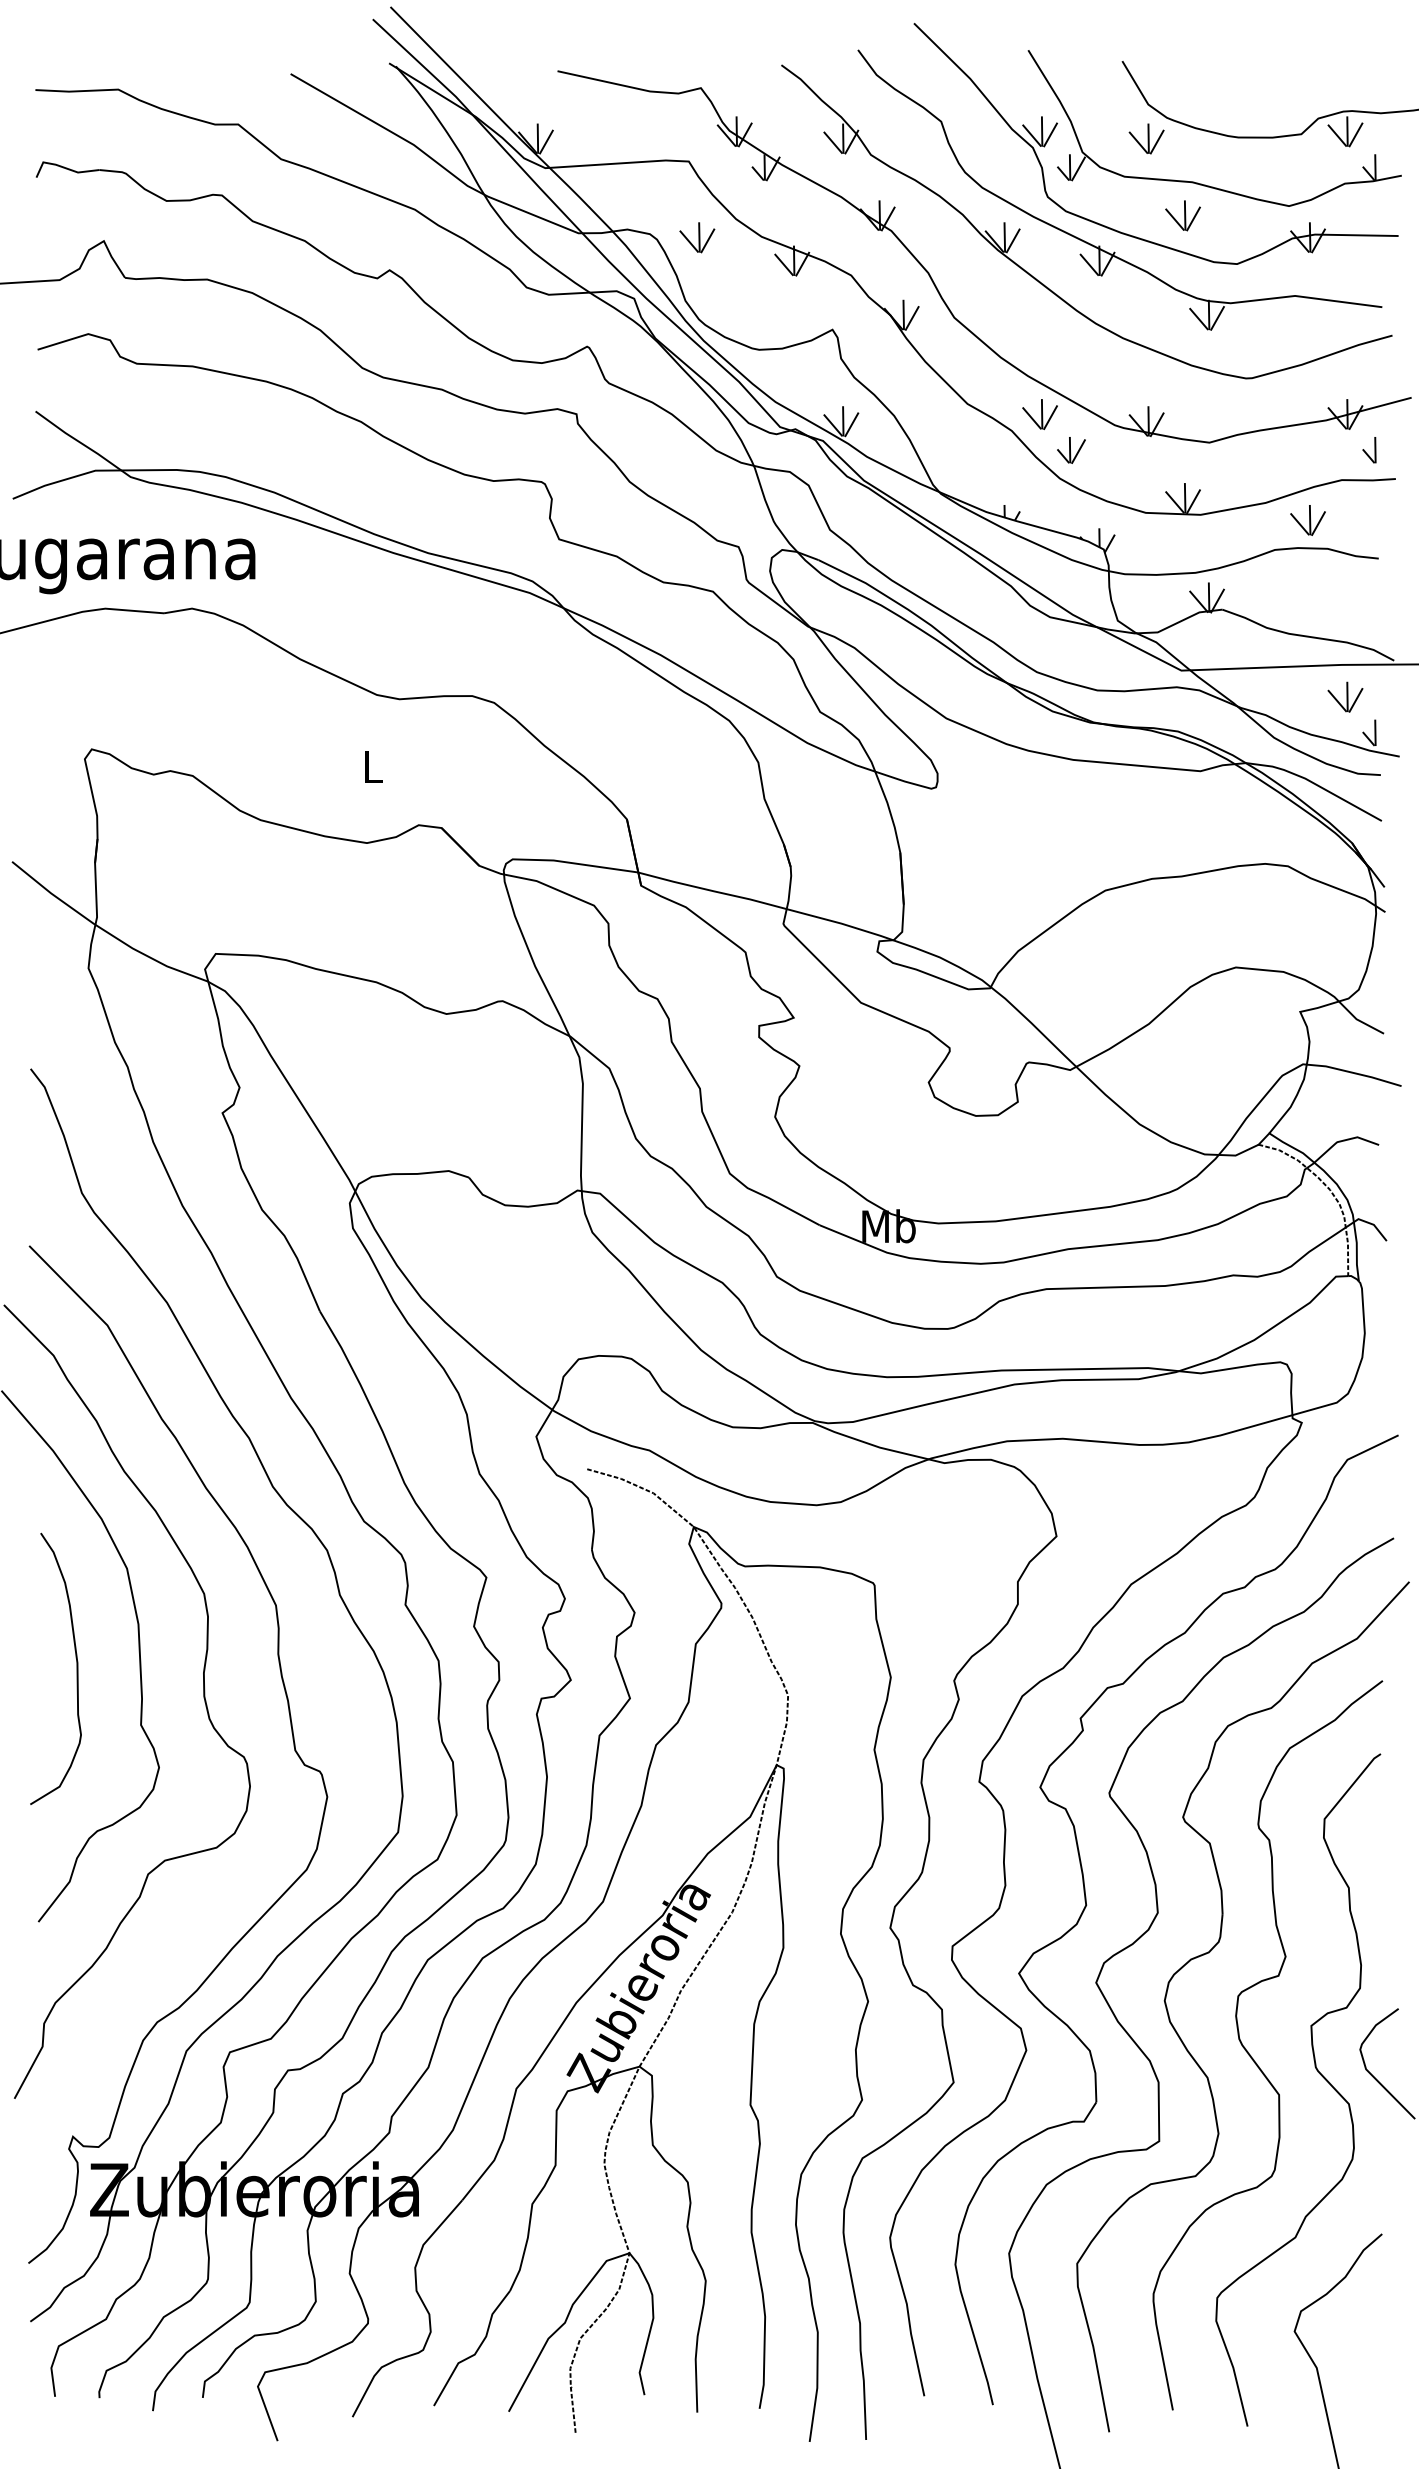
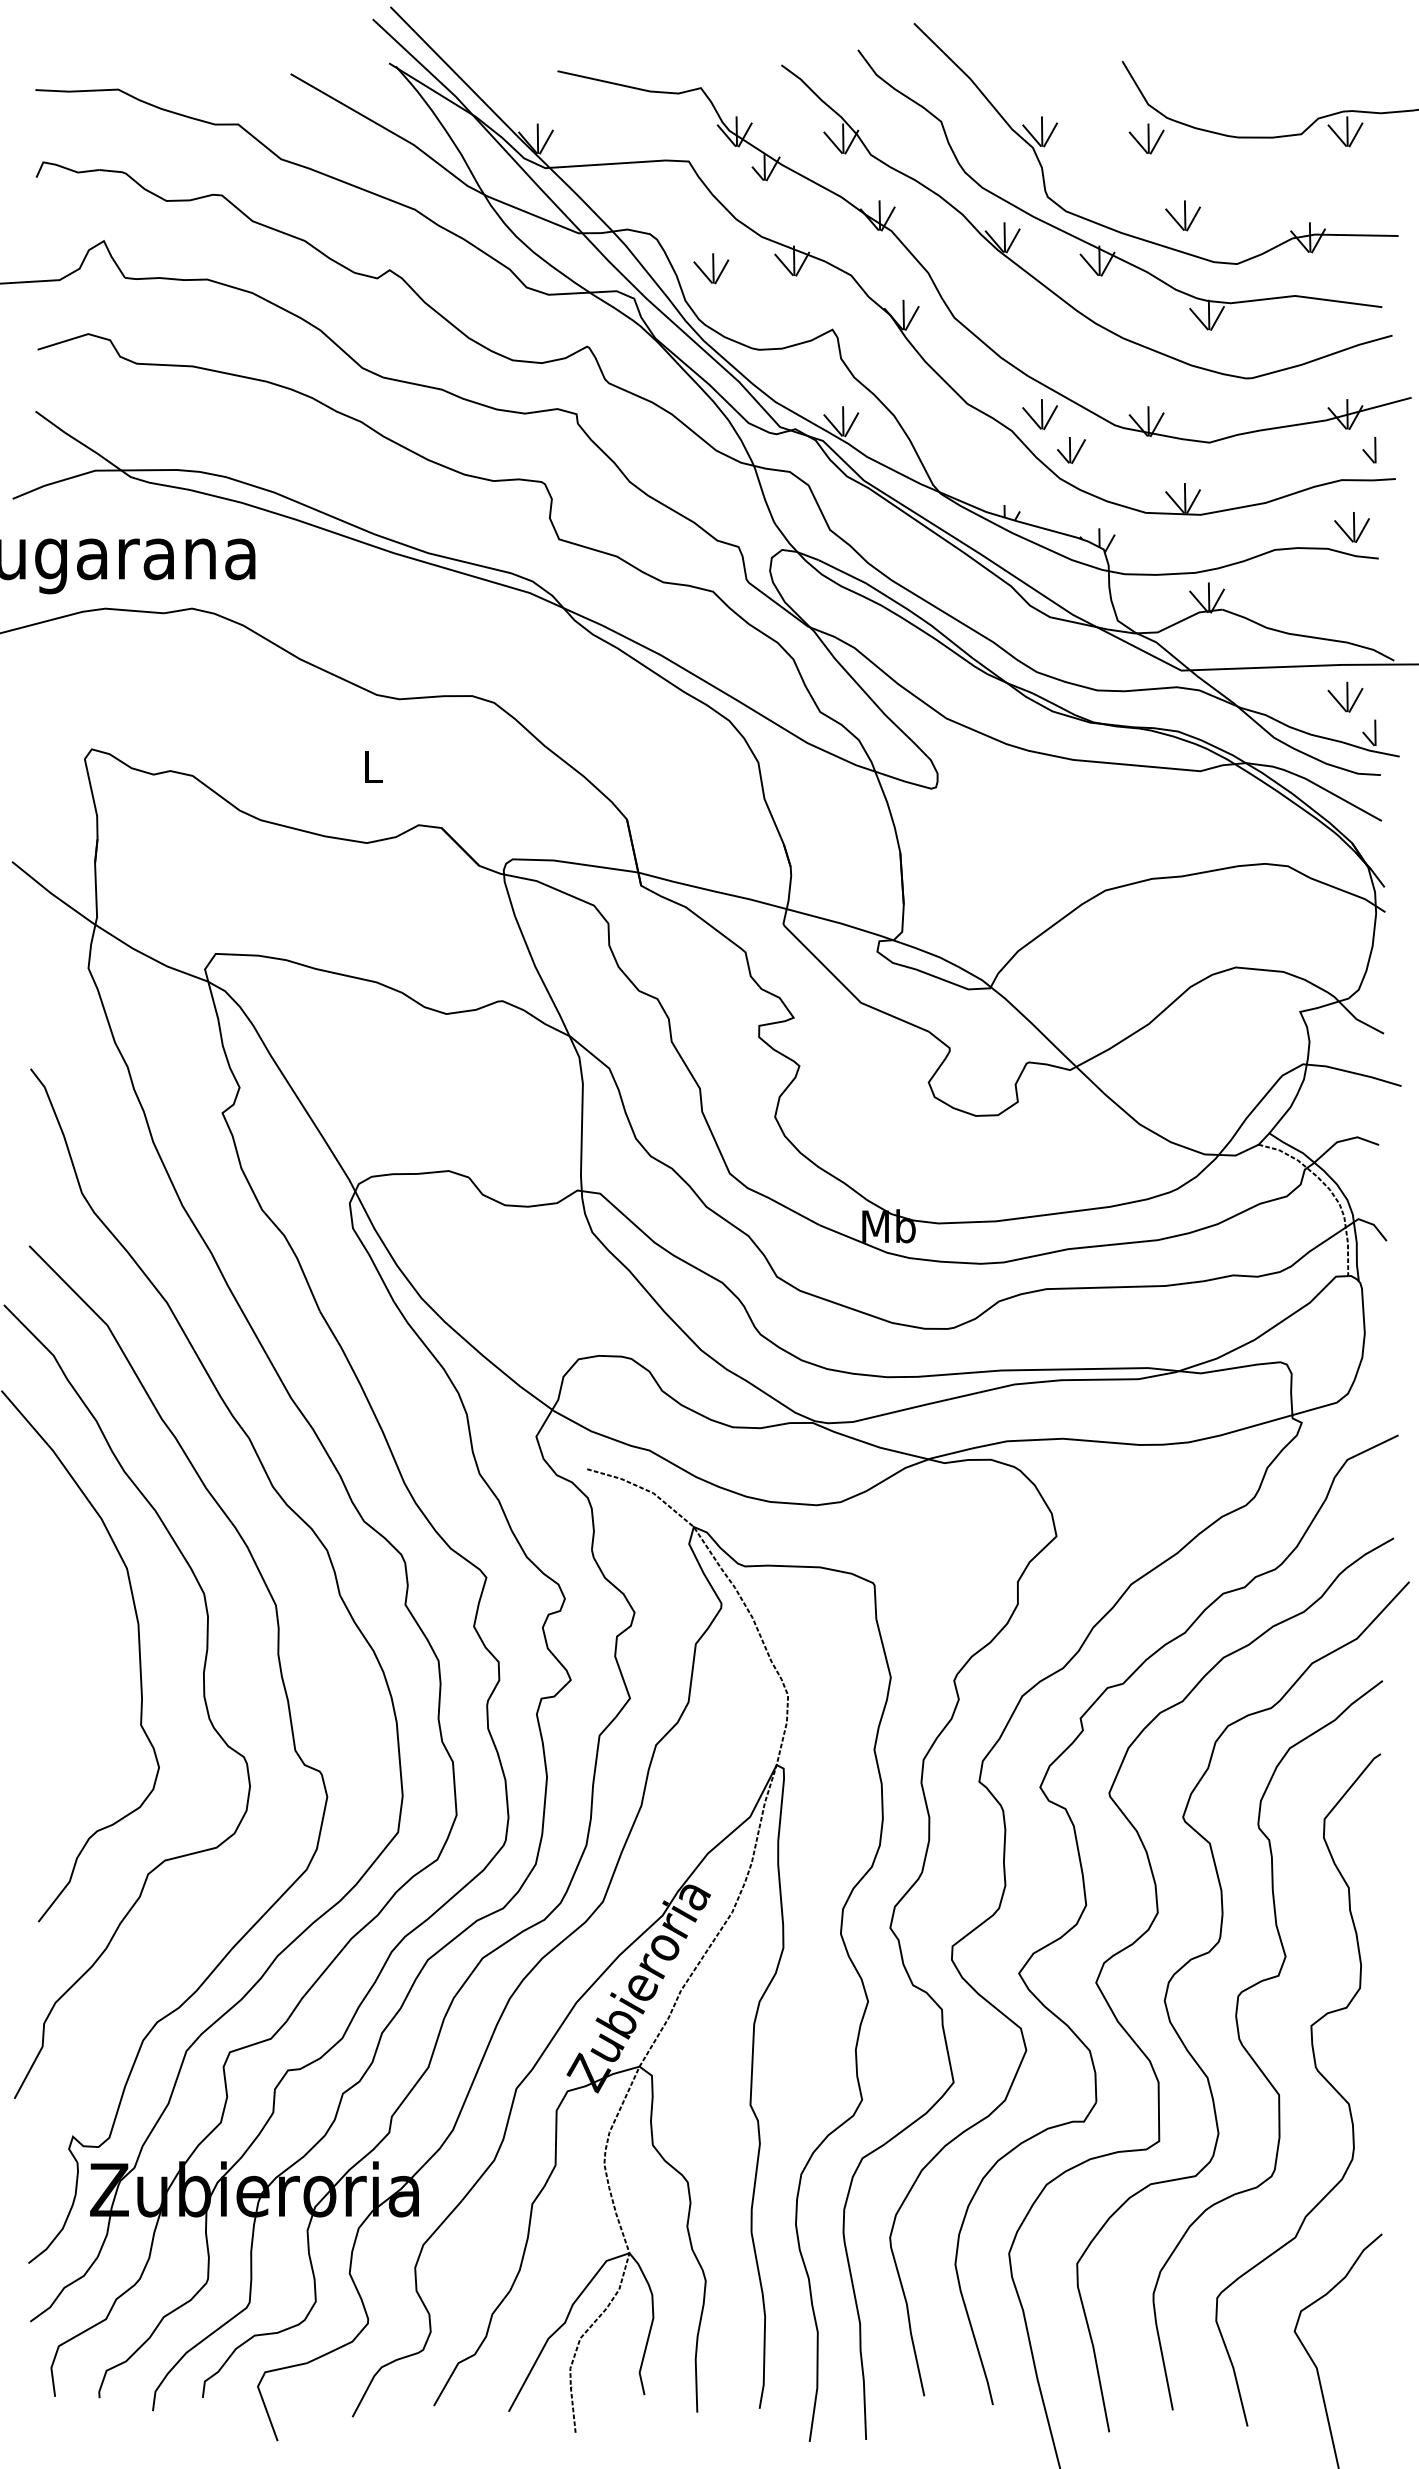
part at (1201, 183): present -> none
part at (697, 237) position: (697, 237) -> (711, 268)
part at (1307, 520) position: (1307, 520) -> (1351, 527)
curve at (76, 1668): present -> none
curve at (1374, 2076): present -> none
